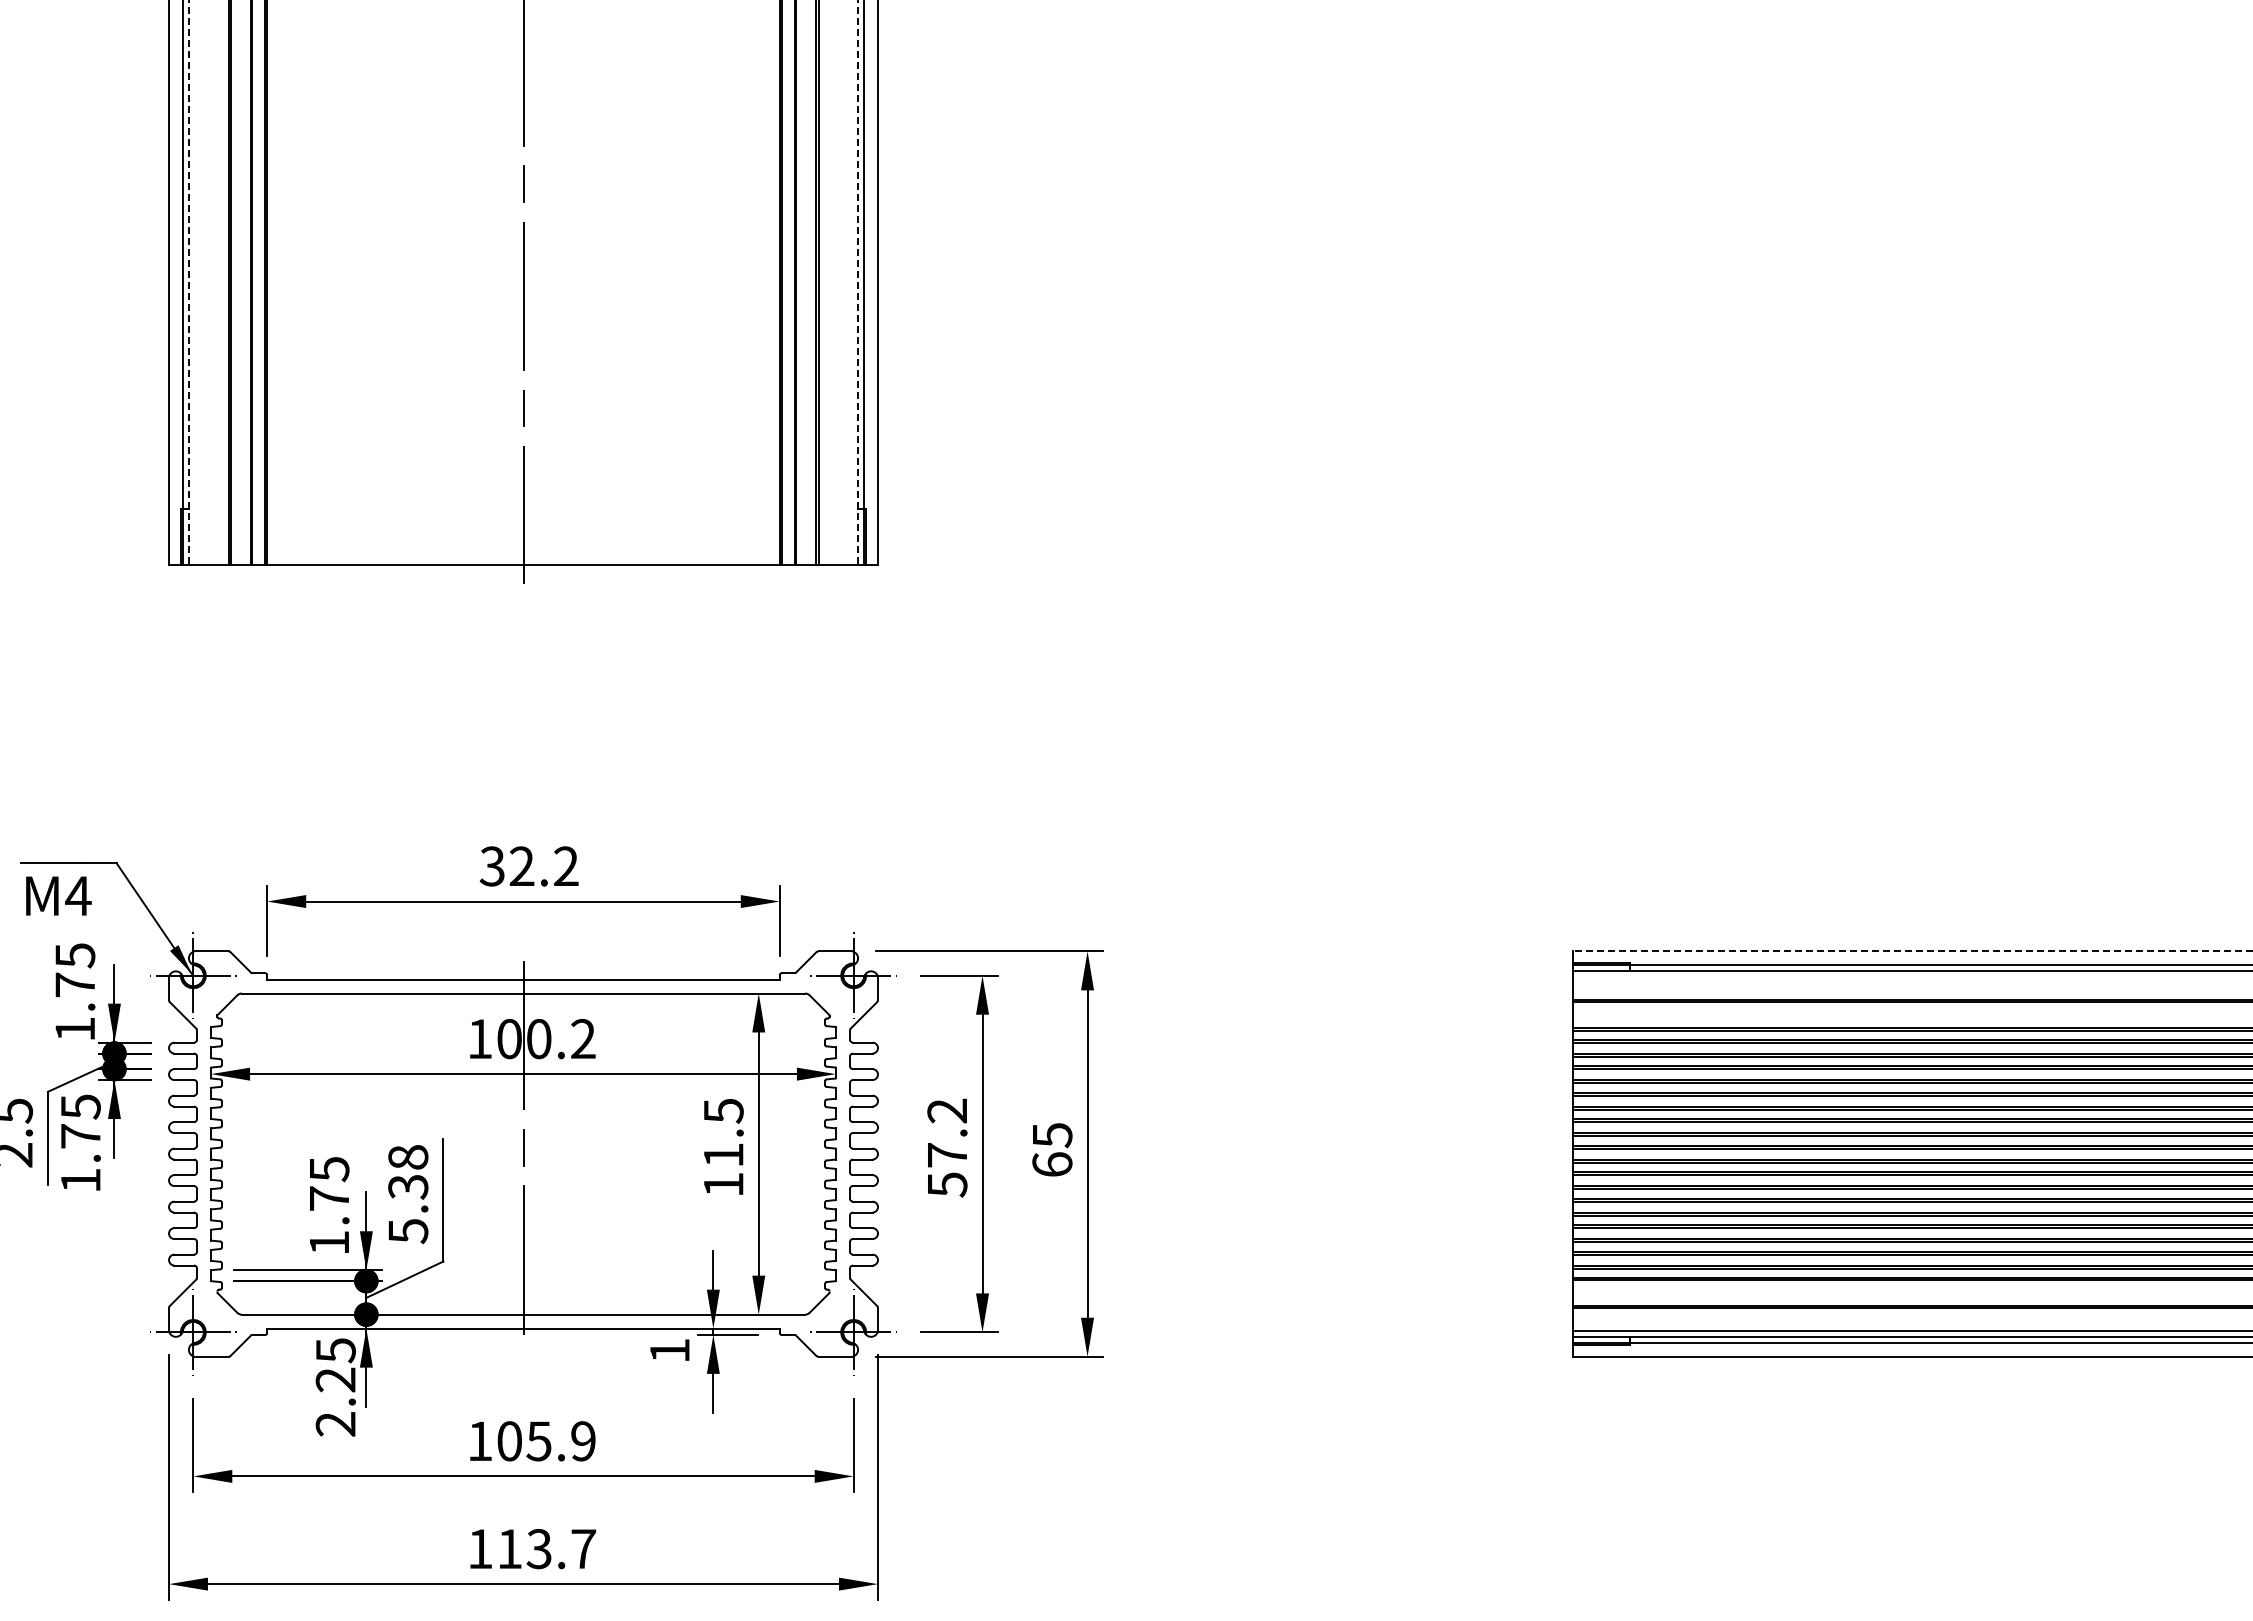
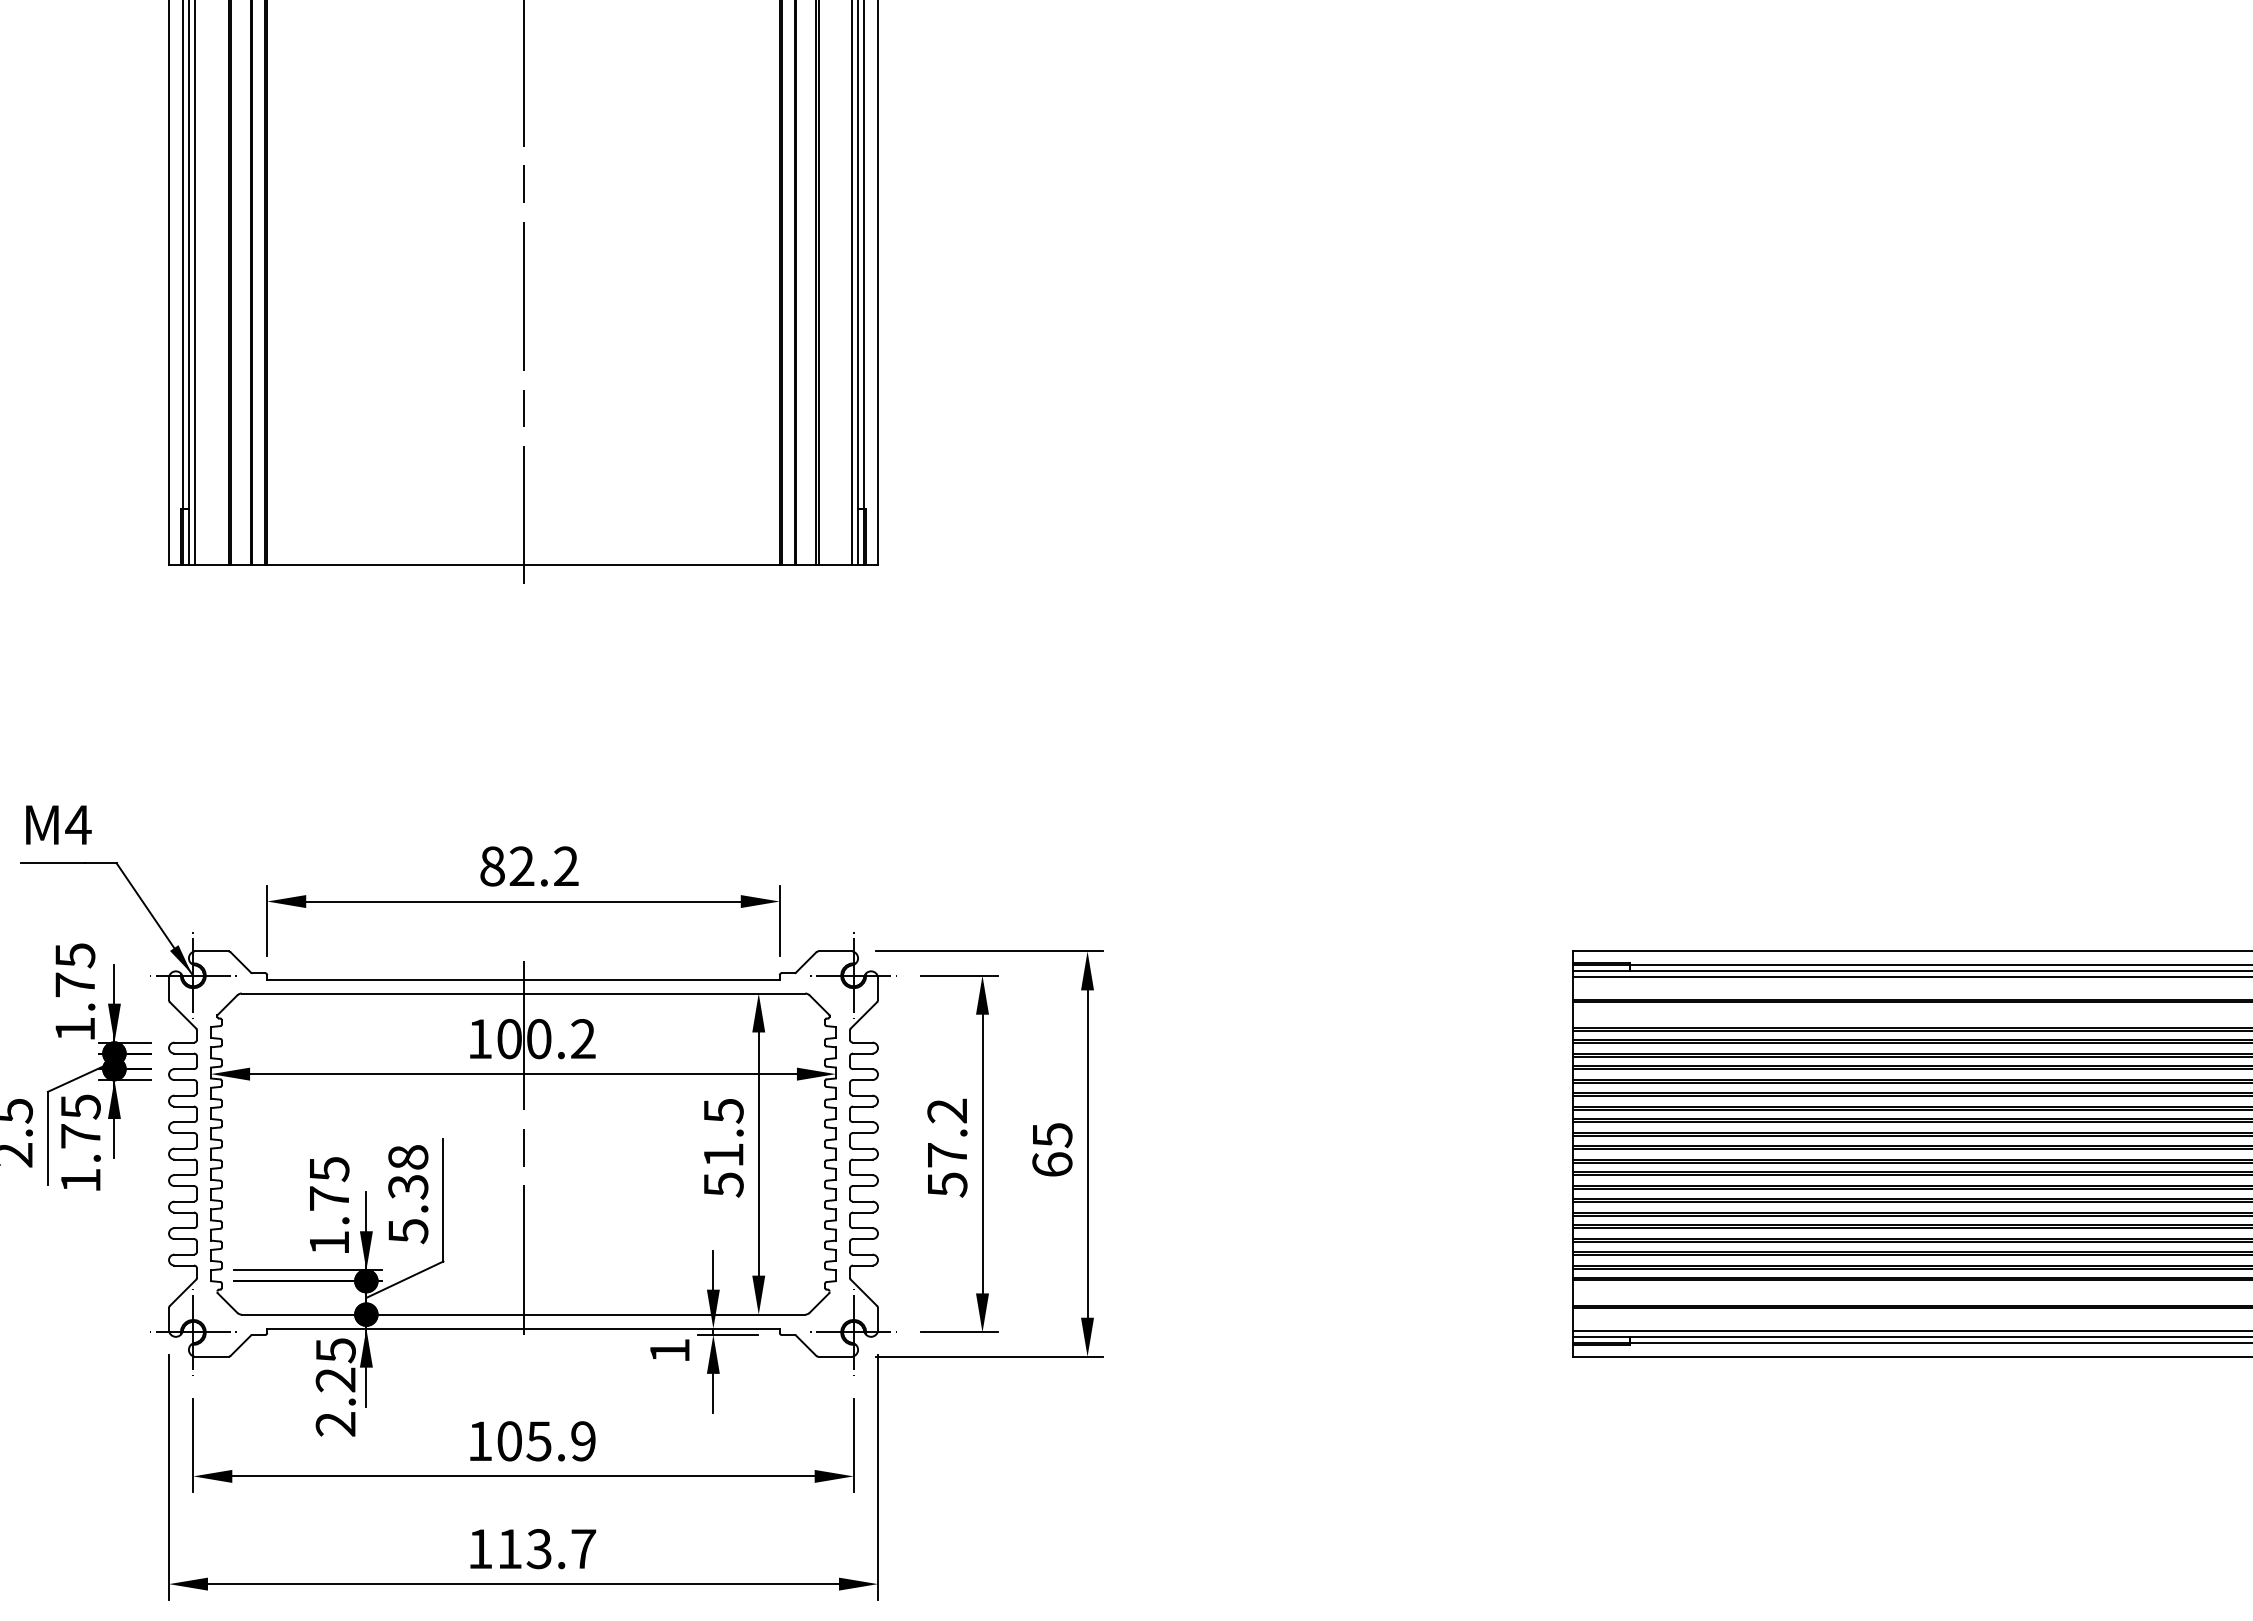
line at (188, 283): dashed -> solid
line at (194, 283): none -> present
line at (852, 283): none -> present
line at (858, 283): dashed -> solid
text at (491, 866): 32.2 -> 82.2
text at (58, 895) position: (58, 895) -> (58, 824)
line at (1913, 951): dashed -> solid
line at (1911, 977): none -> present
text at (723, 1184): 11.5 -> 51.5
